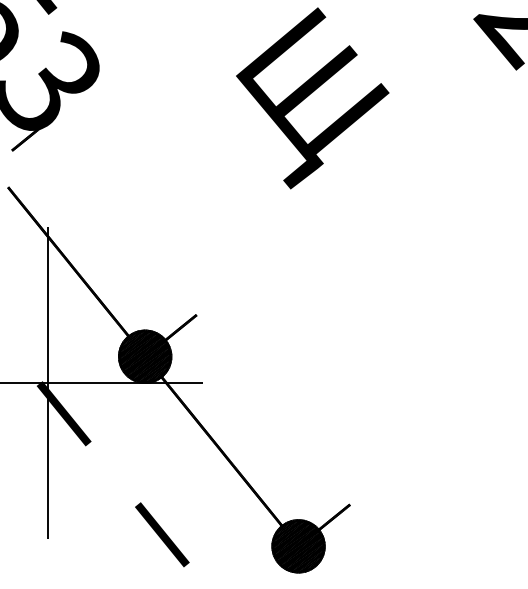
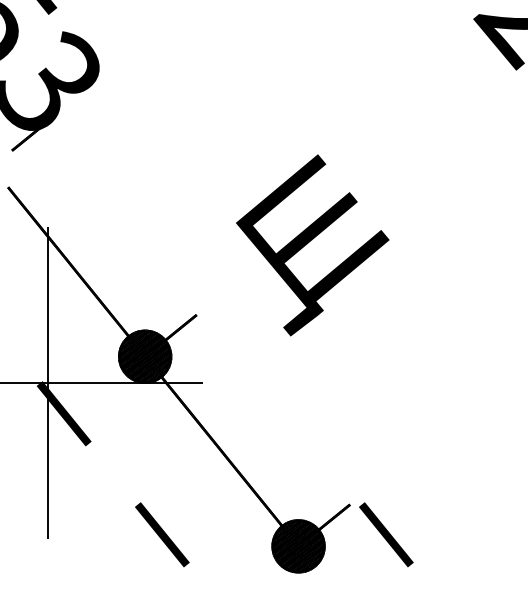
text at (312, 98) position: (312, 98) -> (312, 245)
line at (386, 534): none -> present
